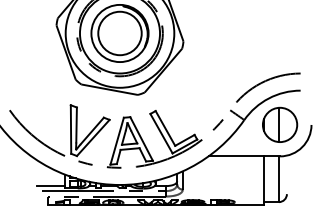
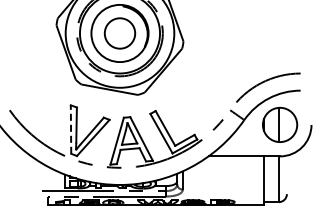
circle at (119, 33) diameter: 43 px -> 30 px
line at (71, 129): solid -> dashed
line at (50, 186): present -> none
